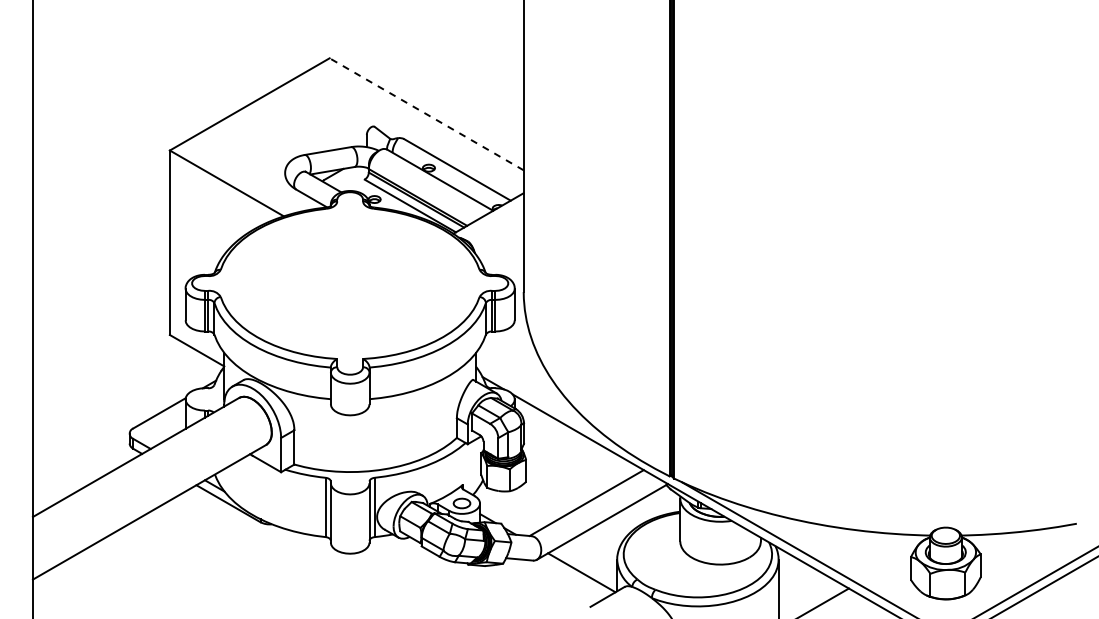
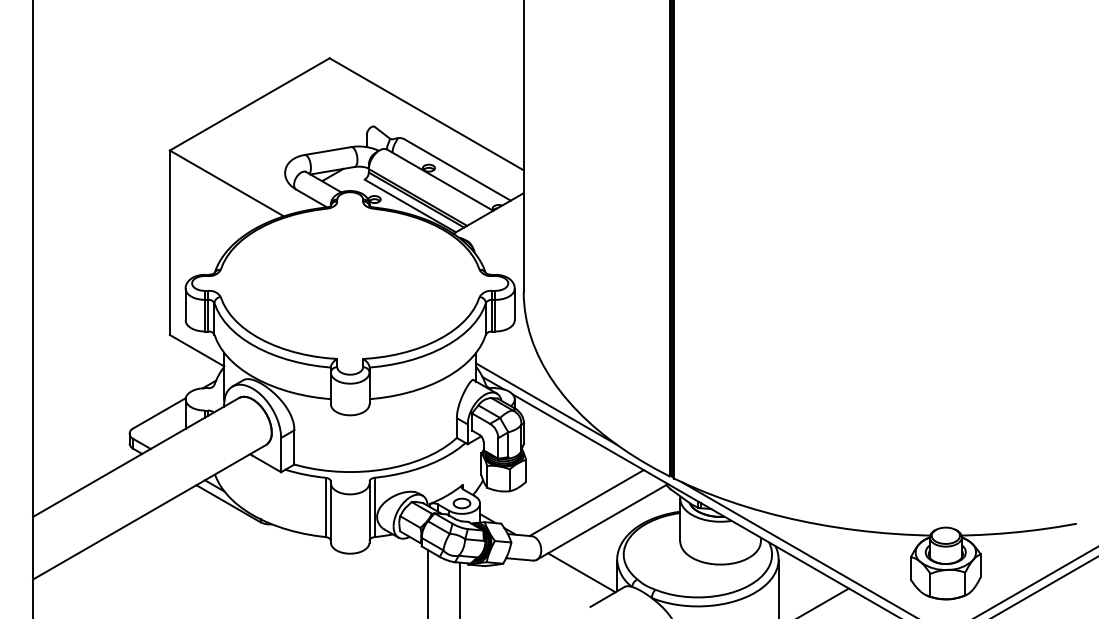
line at (426, 114): dashed -> solid
line at (546, 403): none -> present
line at (427, 582): none -> present
line at (459, 588): none -> present
